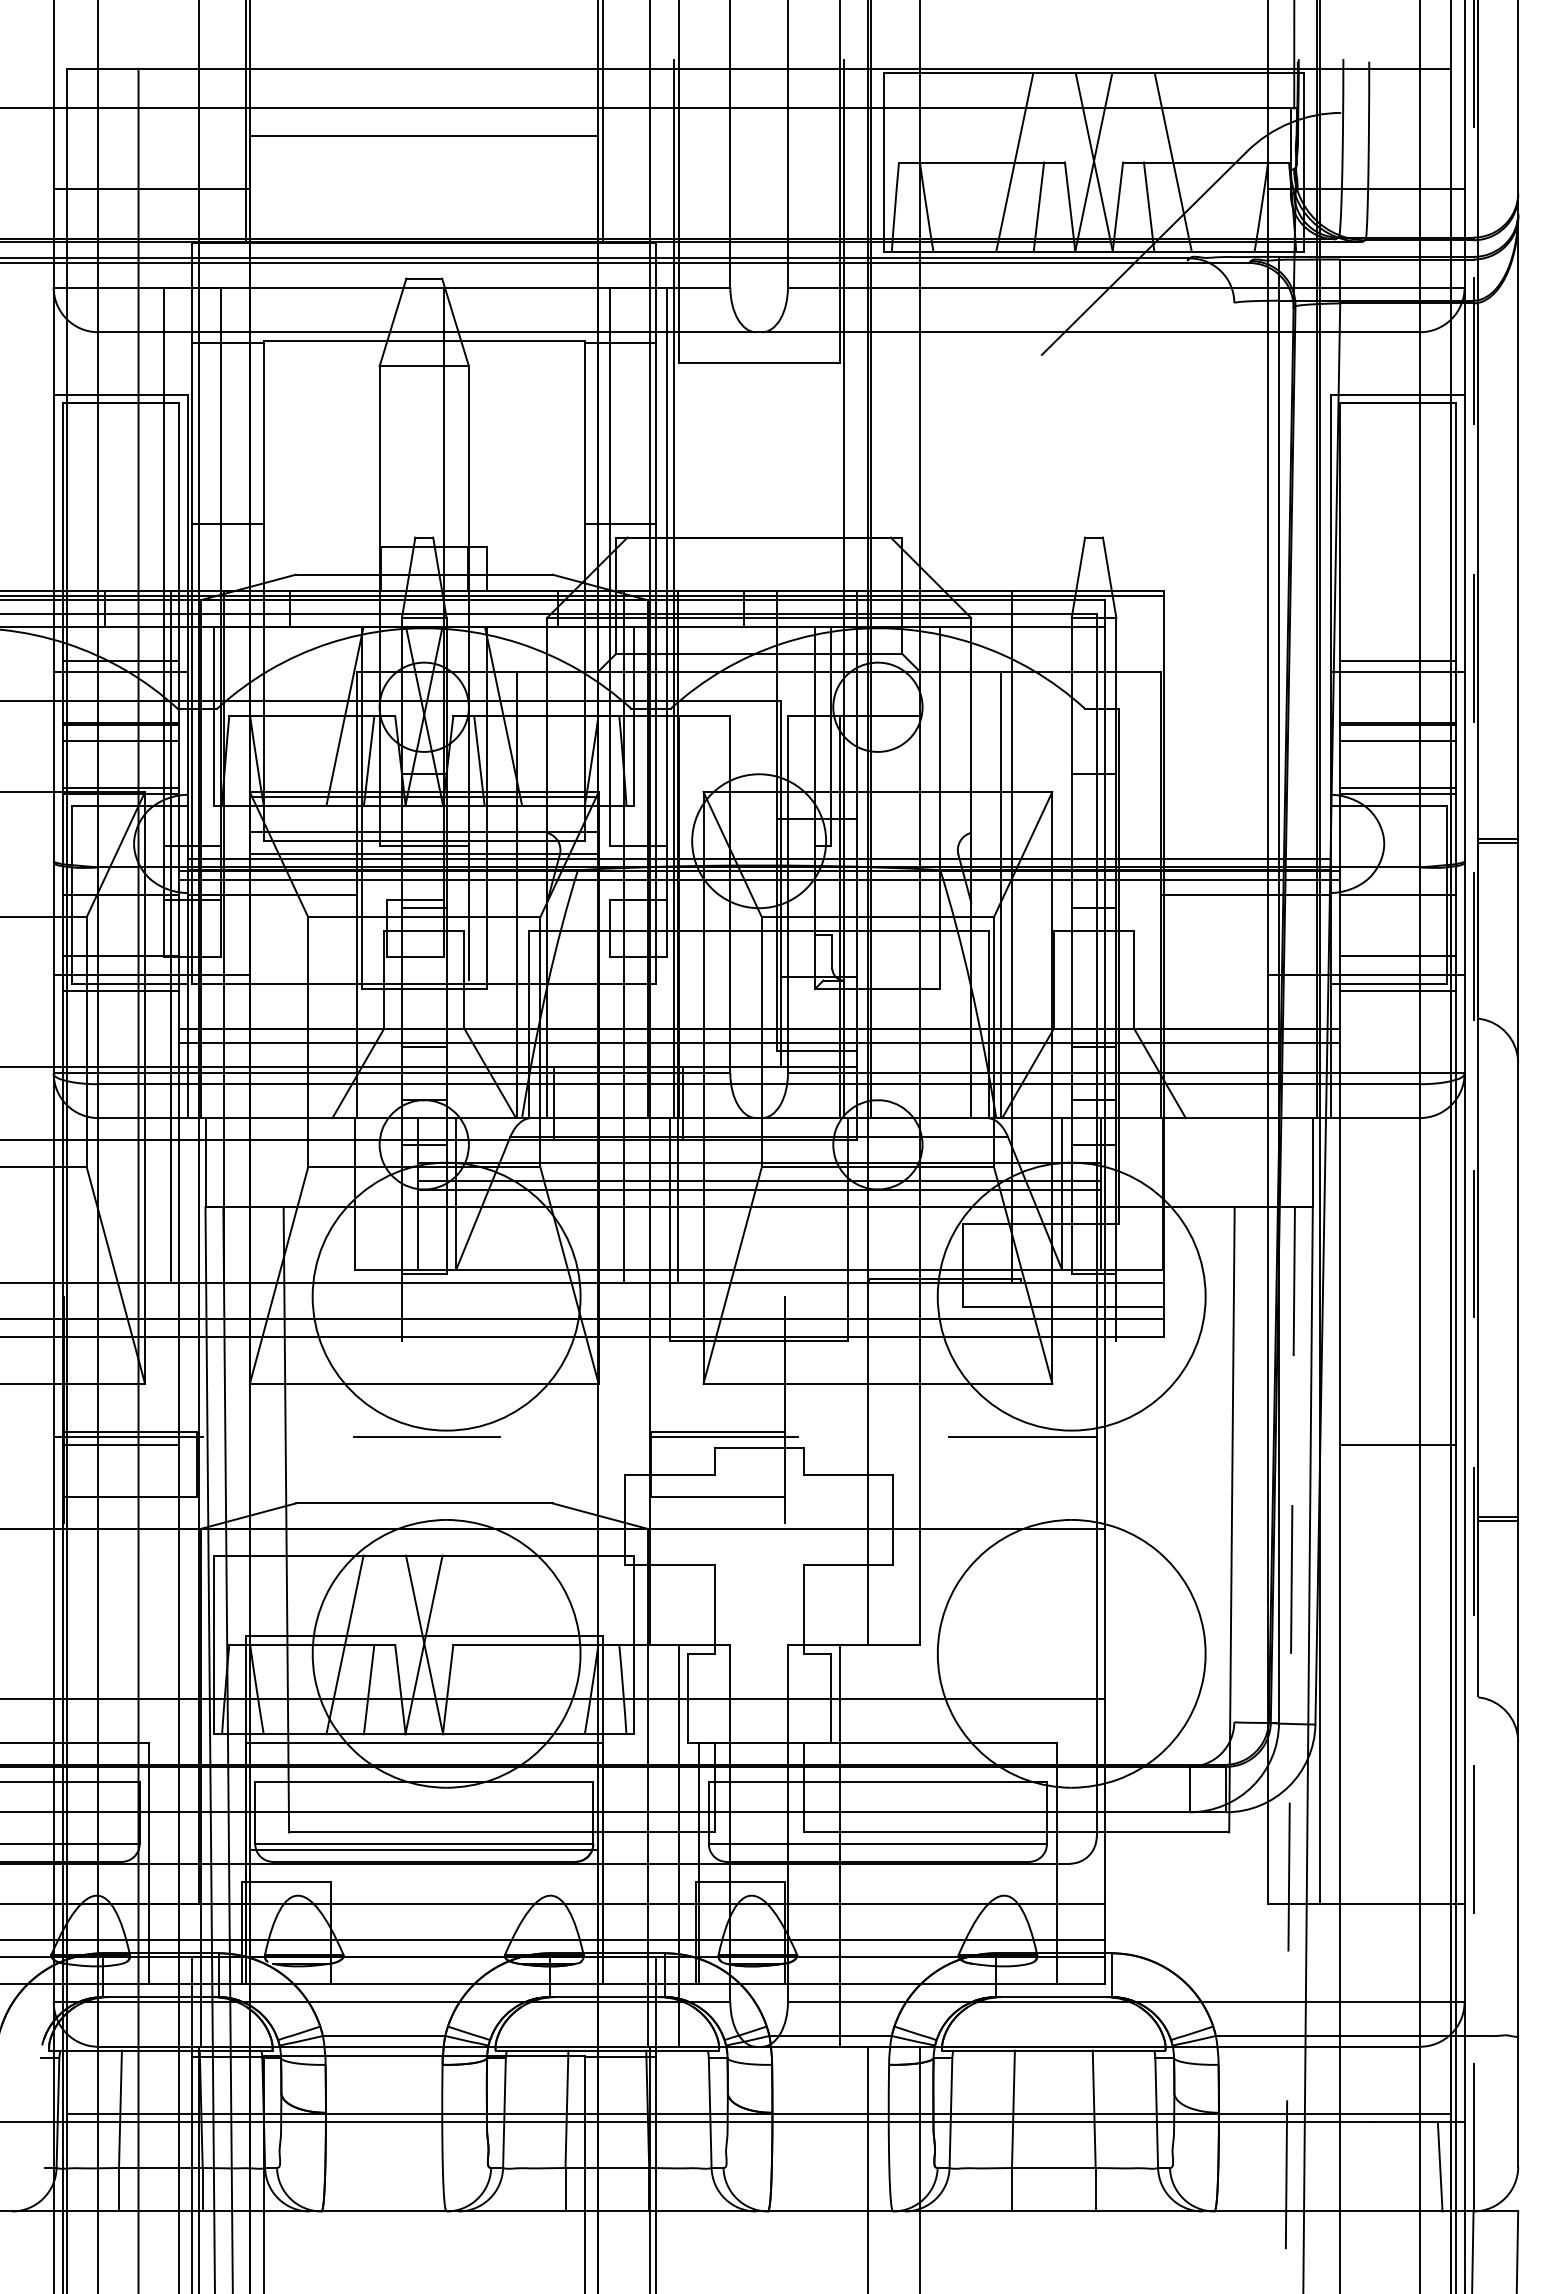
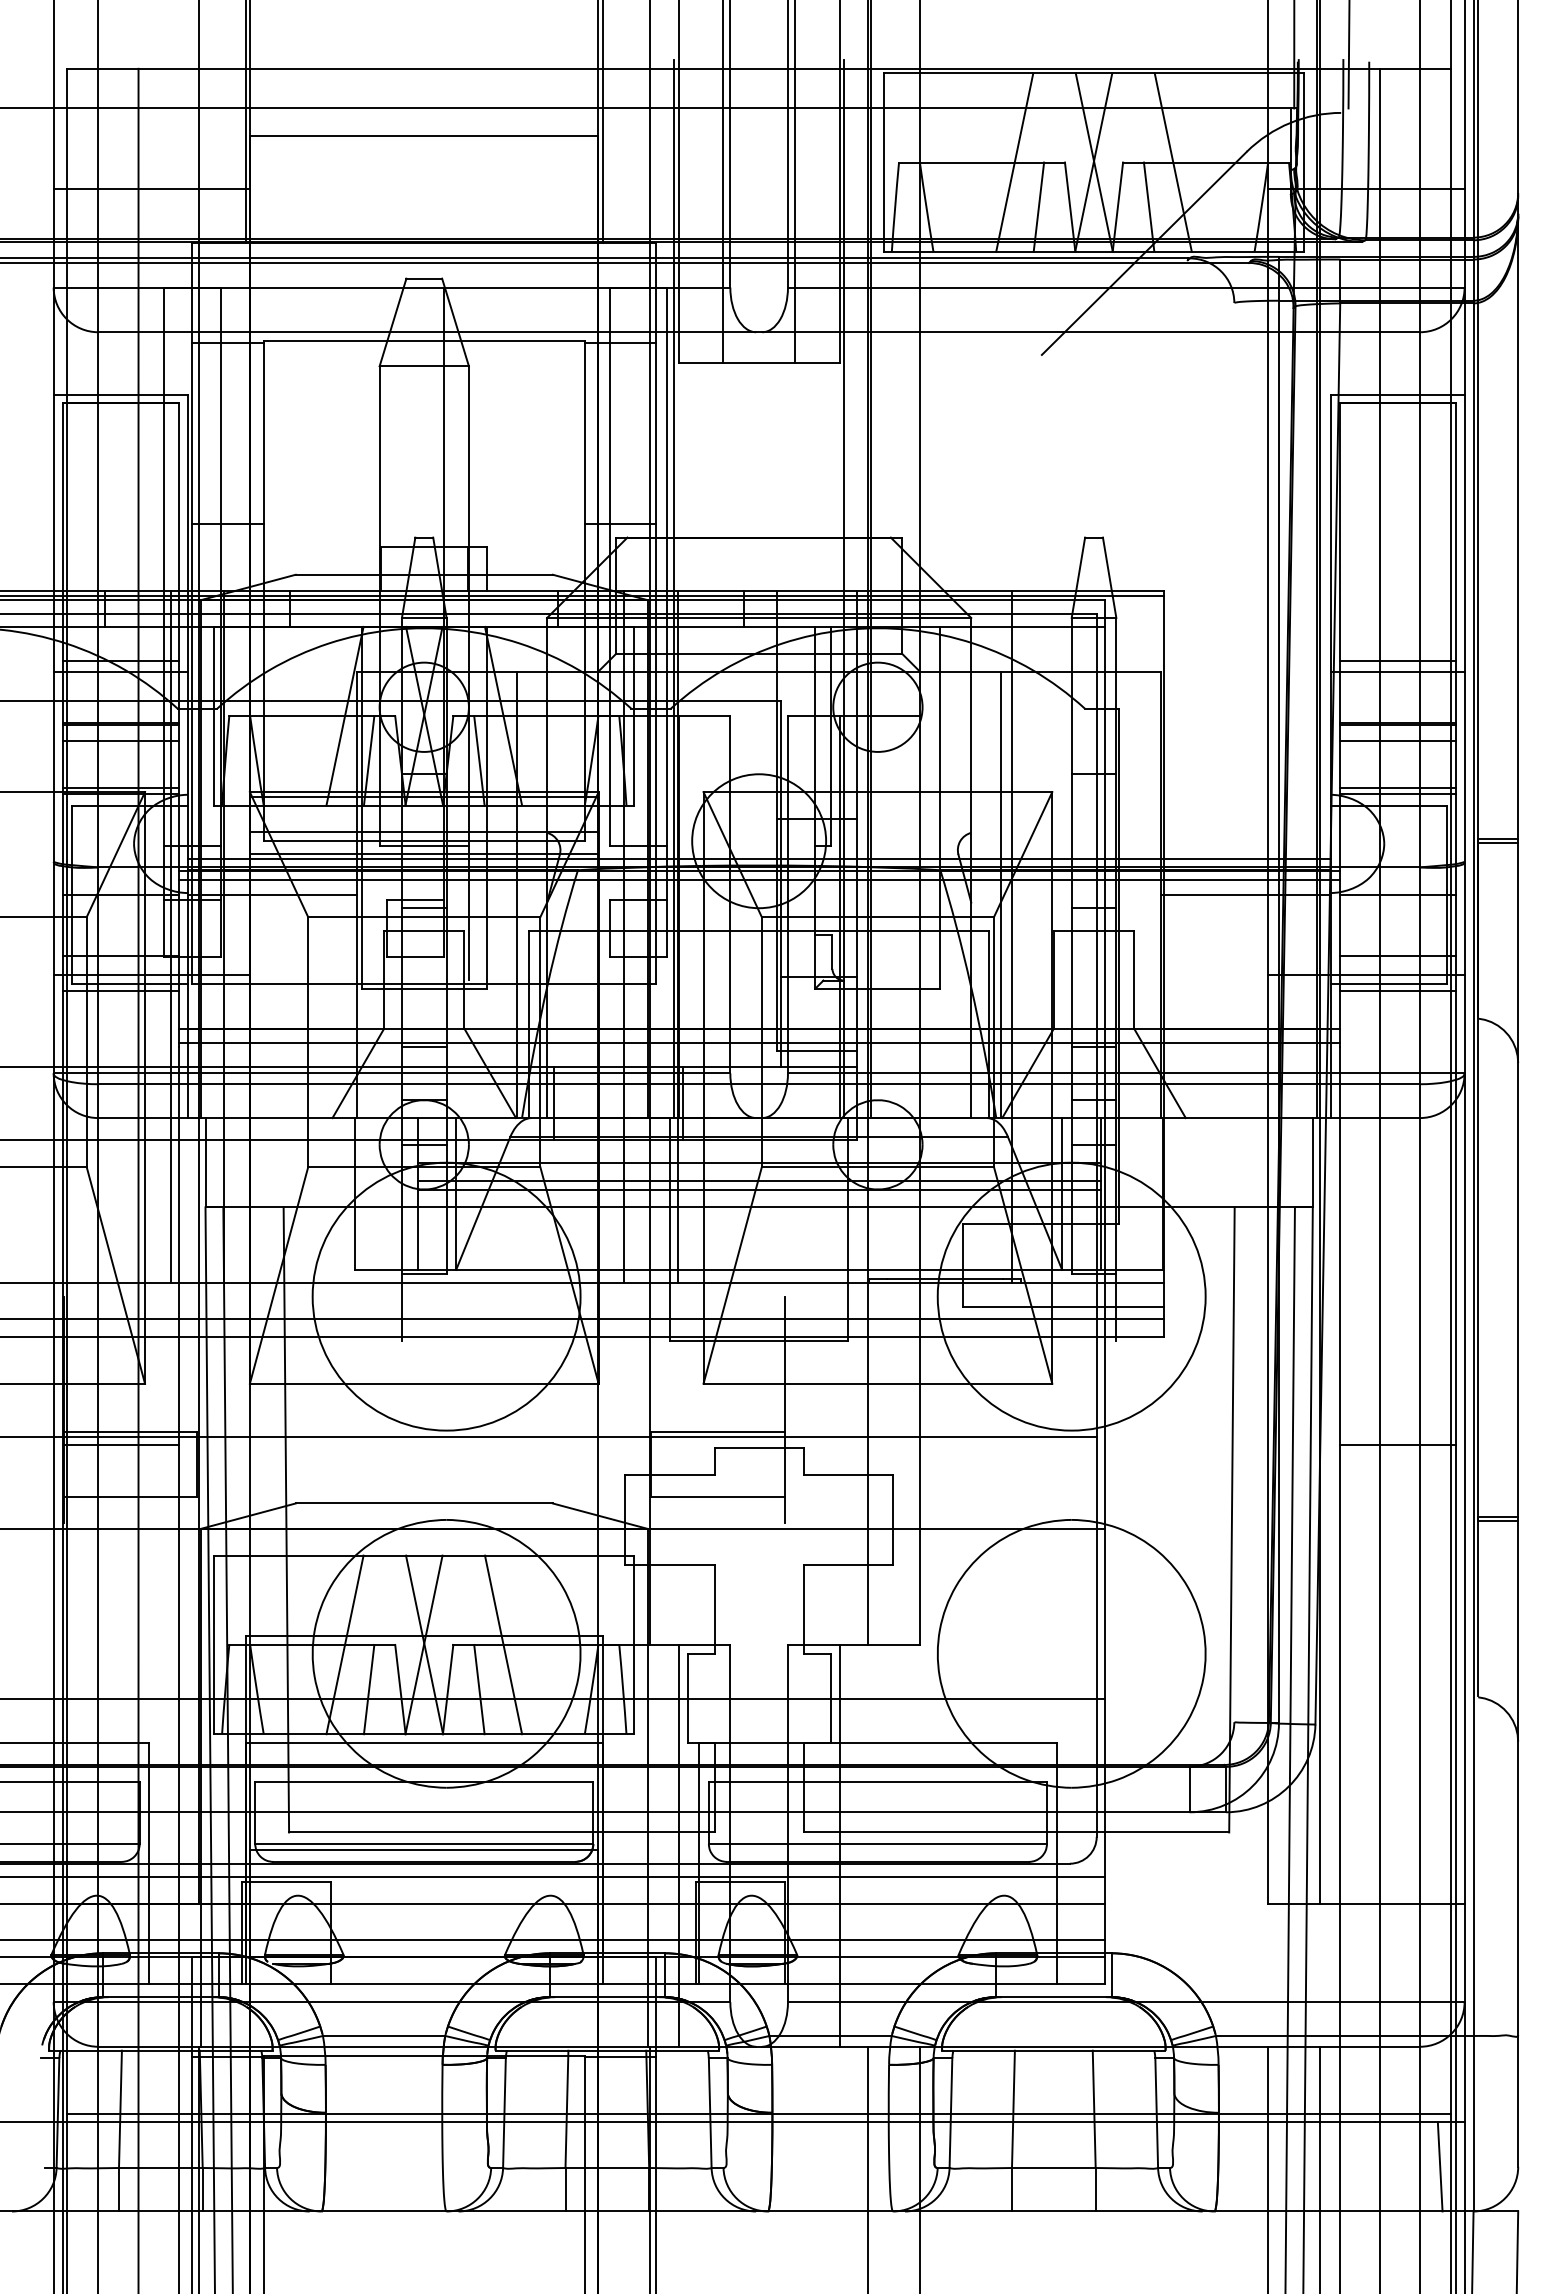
line at (1348, 55): none -> present
line at (723, 182): none -> present
line at (794, 182): none -> present
line at (1473, 1105): dashed -> solid
line at (1379, 1179): none -> present
line at (548, 1437): dashed -> solid
line at (503, 1644): none -> present
line at (479, 1689): none -> present
line at (1290, 1750): dashed -> solid
line at (553, 1877): none -> present
line at (1268, 2168): none -> present
line at (1319, 2168): none -> present
